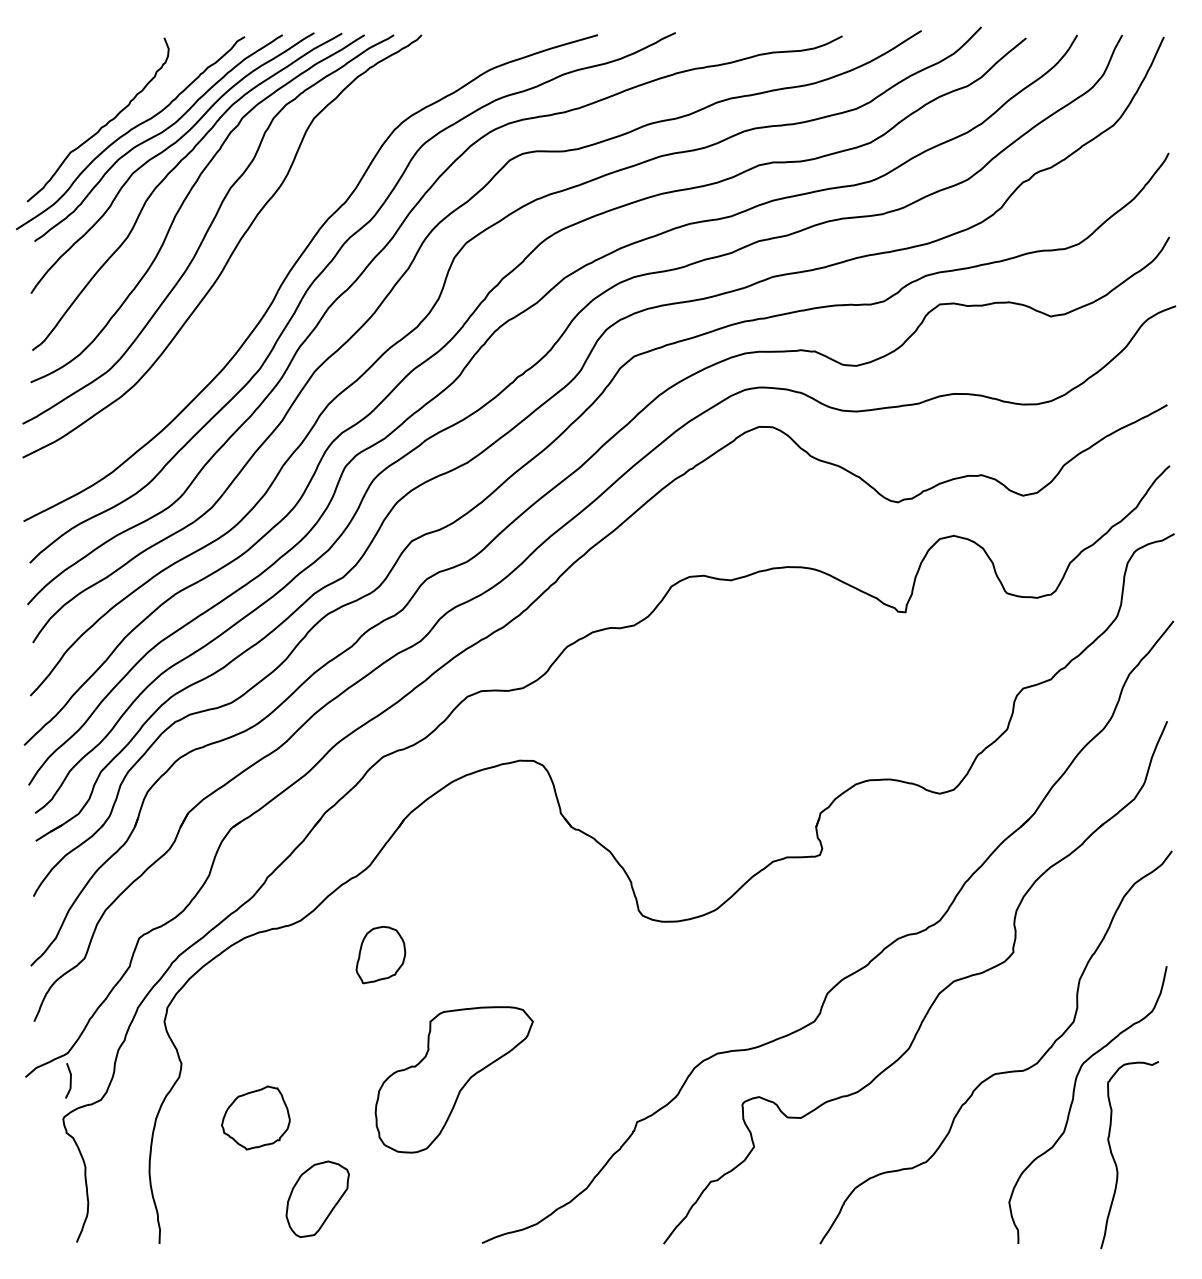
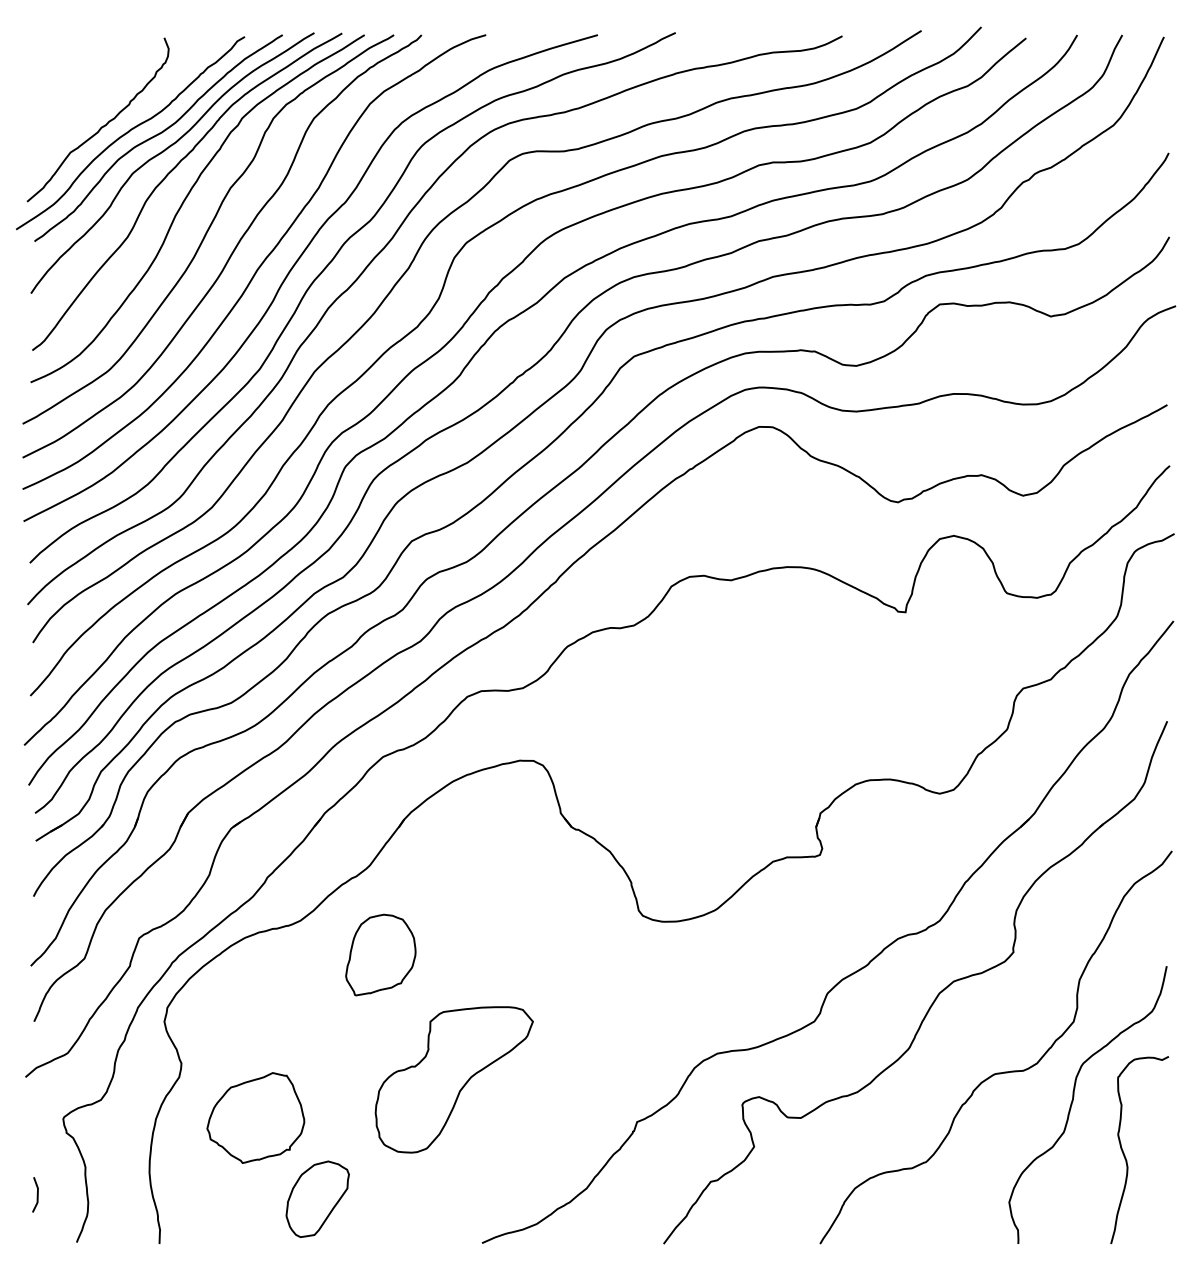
curve at (259, 265): none -> present
part at (380, 955) size: 52x59 px -> 72x84 px
line at (69, 1080) position: (69, 1080) -> (36, 1194)
part at (255, 1117) size: 70x66 px -> 100x92 px
curve at (1115, 1160) position: (1115, 1160) -> (1125, 1155)
